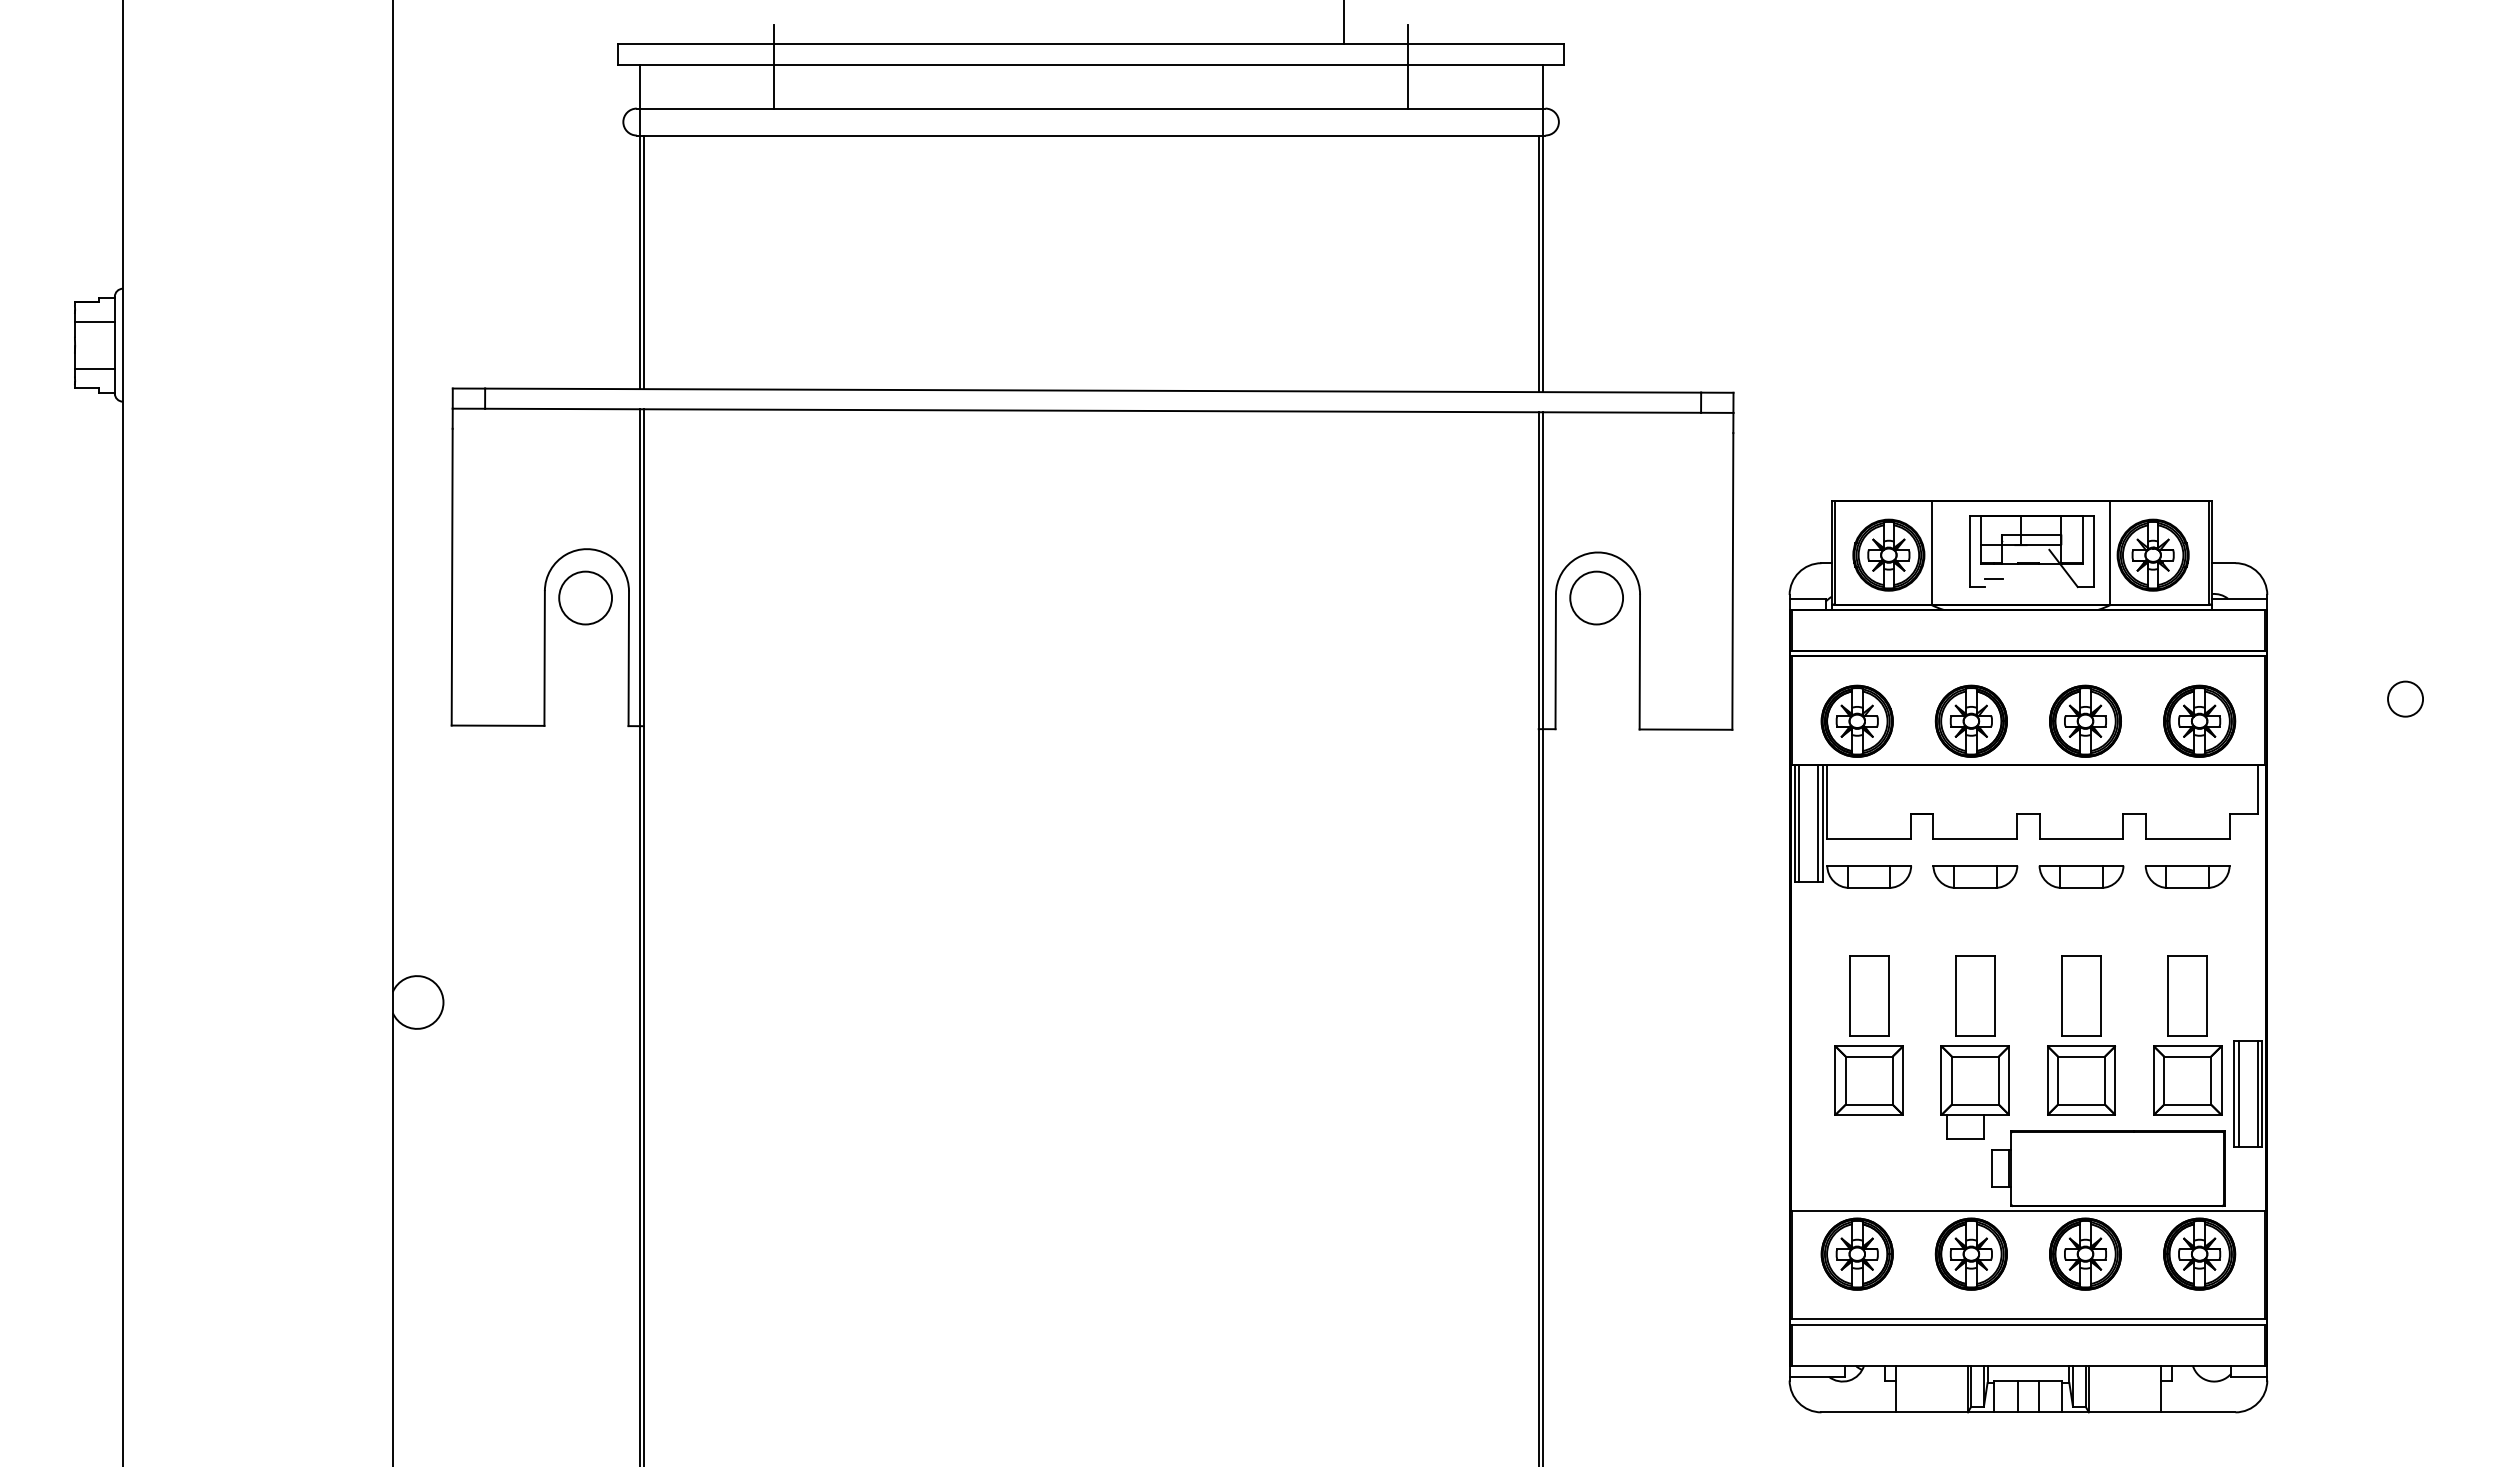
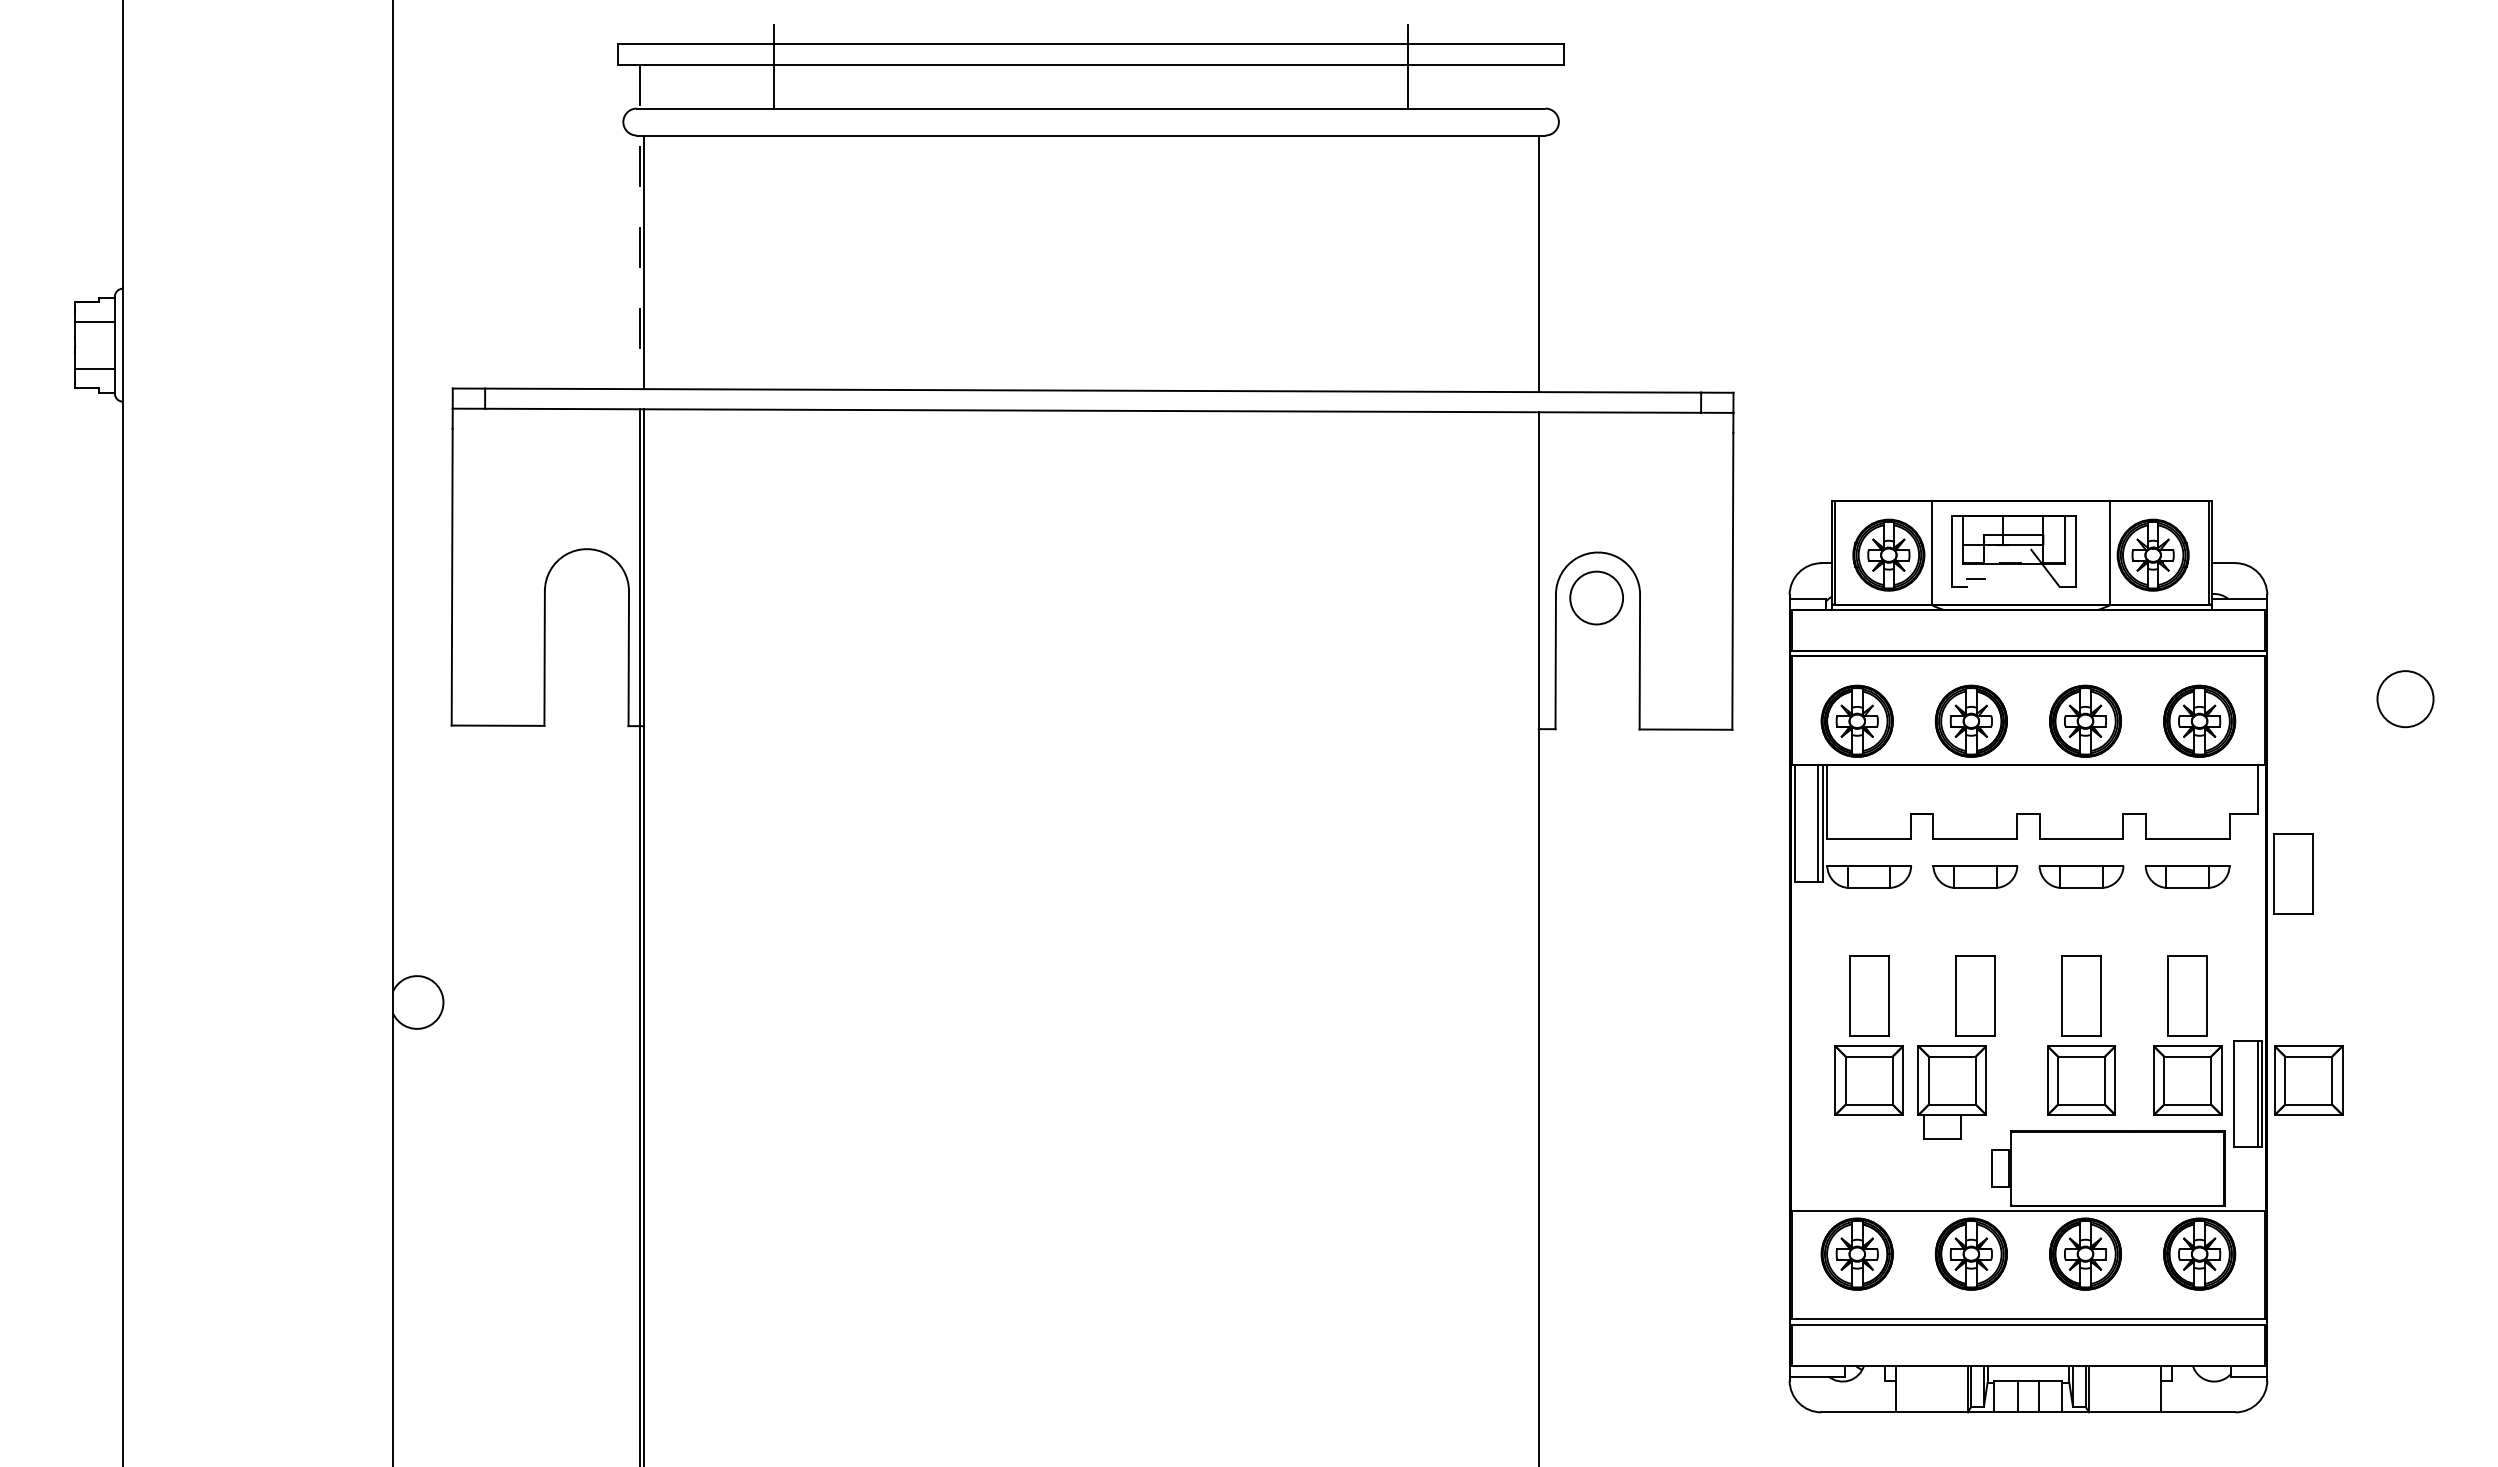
line at (1344, 22): present -> none
line at (639, 227): solid -> dashed
line at (1542, 228): present -> none
part at (2031, 551) position: (2031, 551) -> (2013, 551)
circle at (585, 597): present -> none
circle at (2405, 698) diameter: 35 px -> 56 px
line at (1799, 822): present -> none
part at (2293, 873): none -> present
line at (1542, 937): present -> none
part at (2308, 1080): none -> present
part at (1974, 1092) position: (1974, 1092) -> (1951, 1092)
line at (2238, 1094): present -> none
